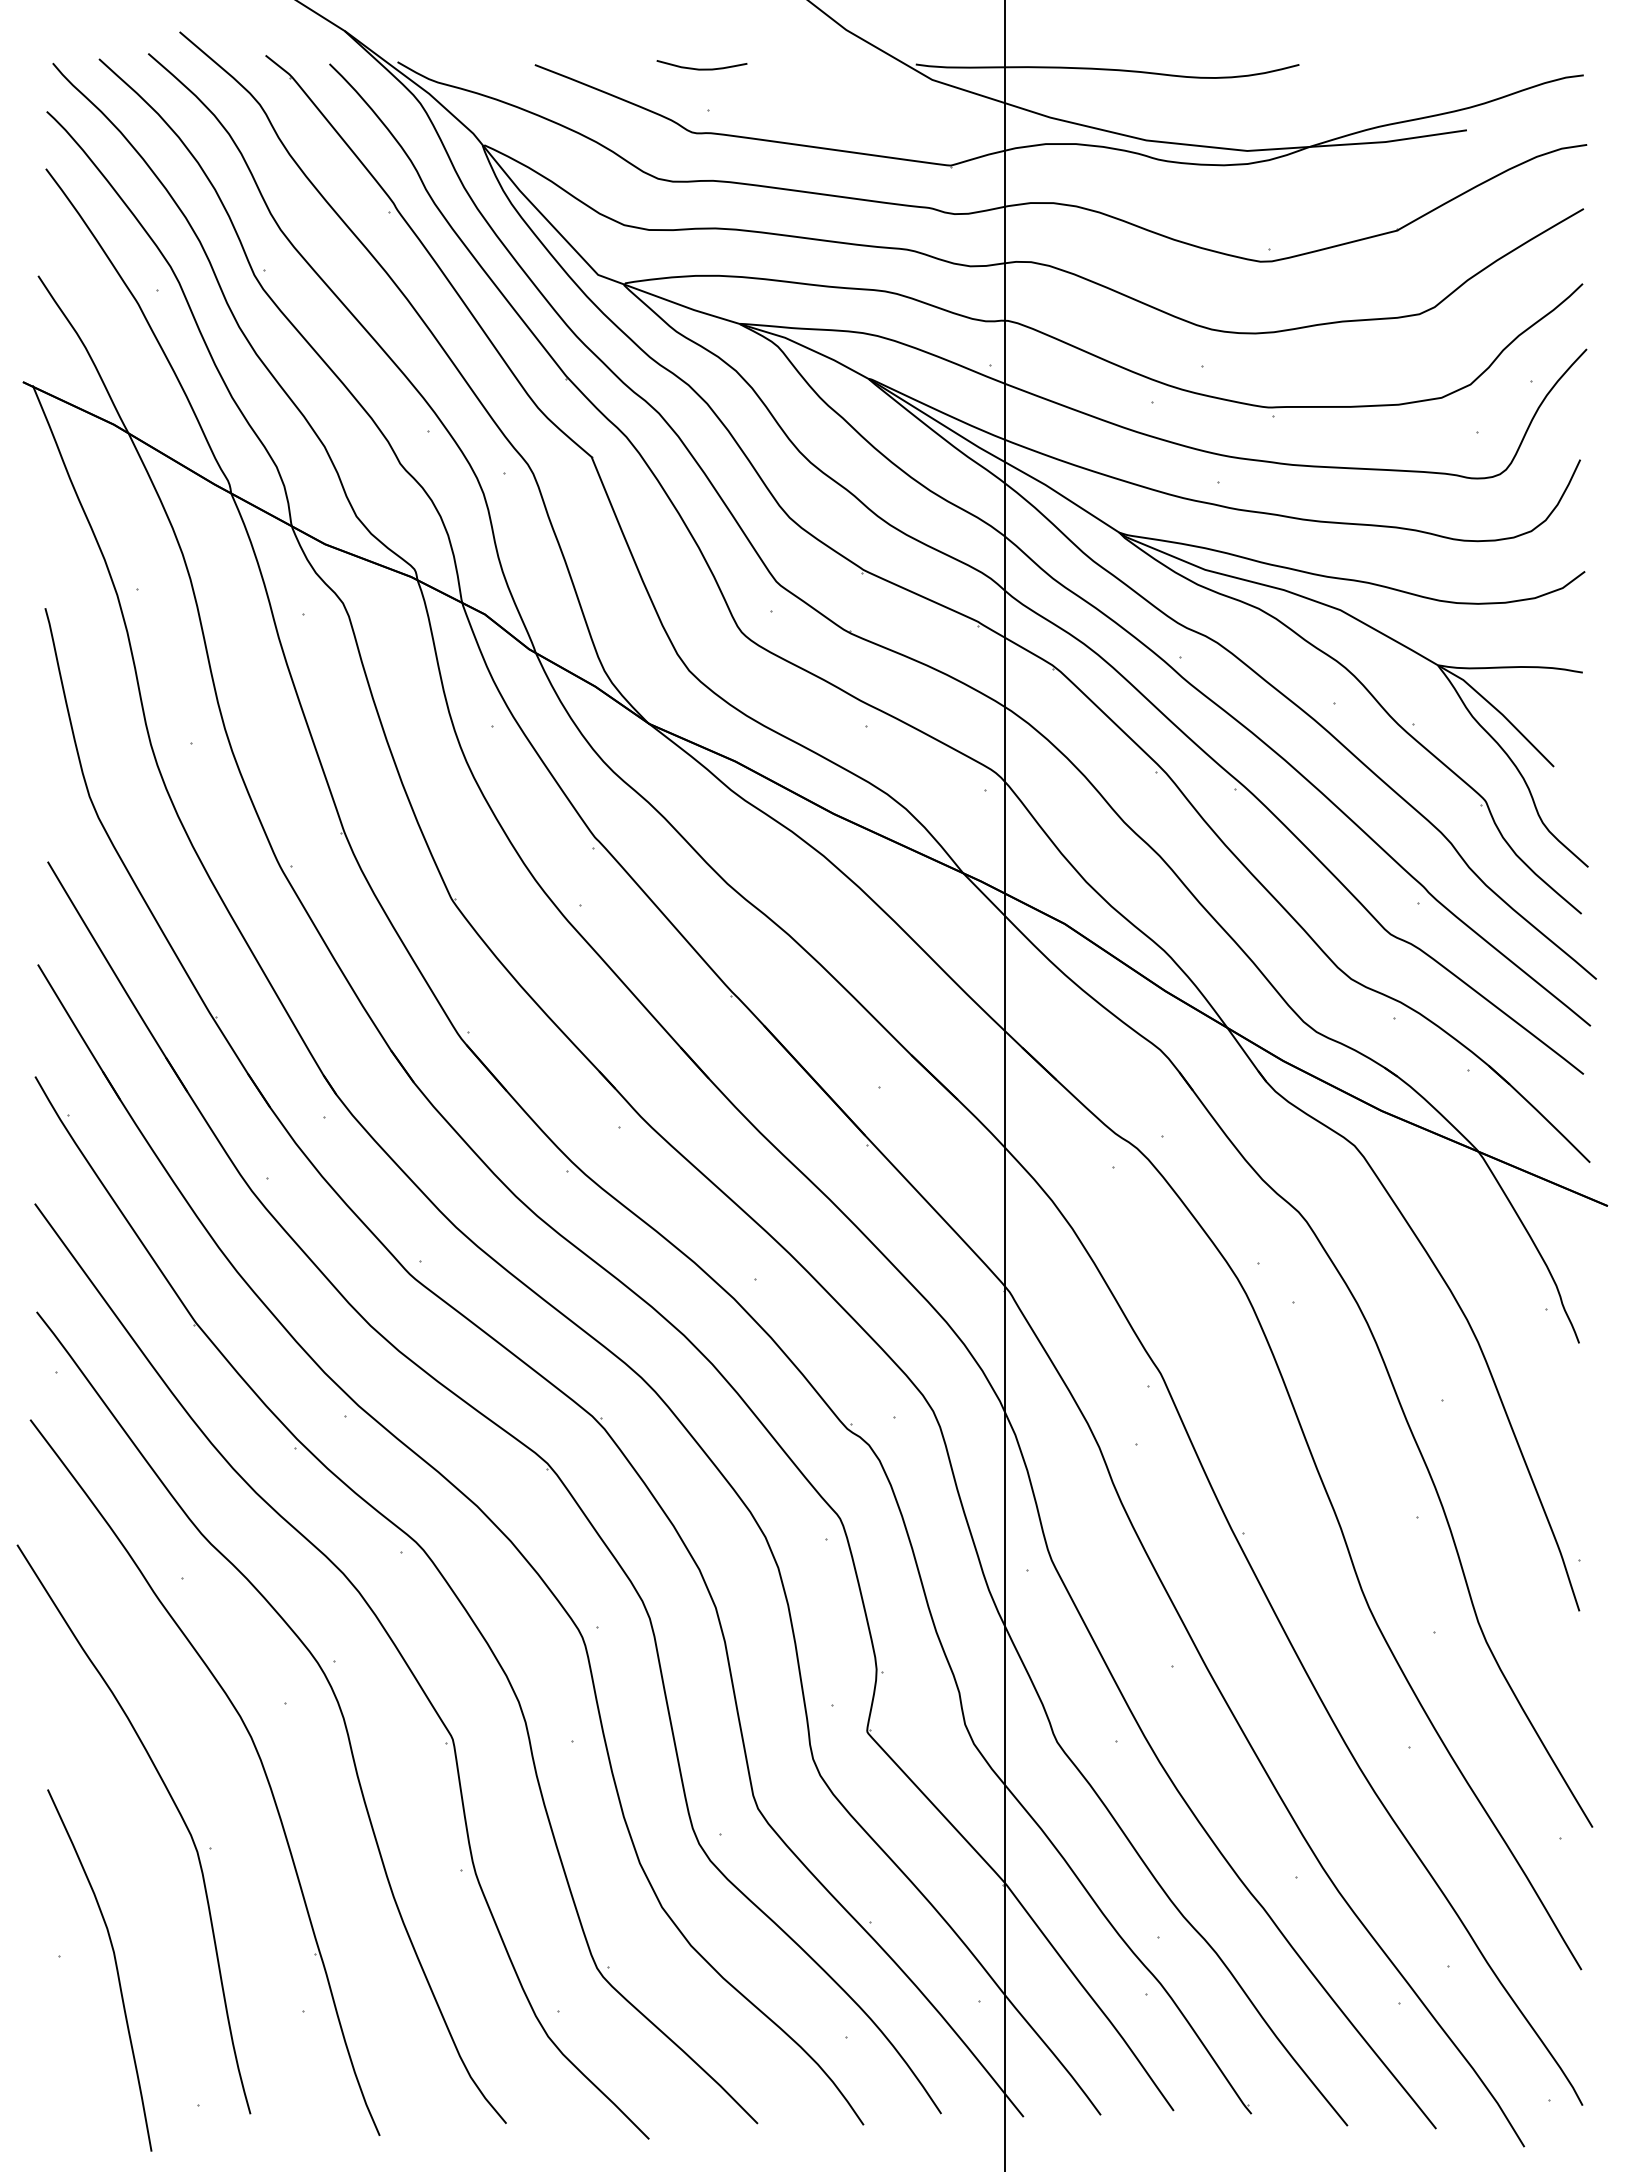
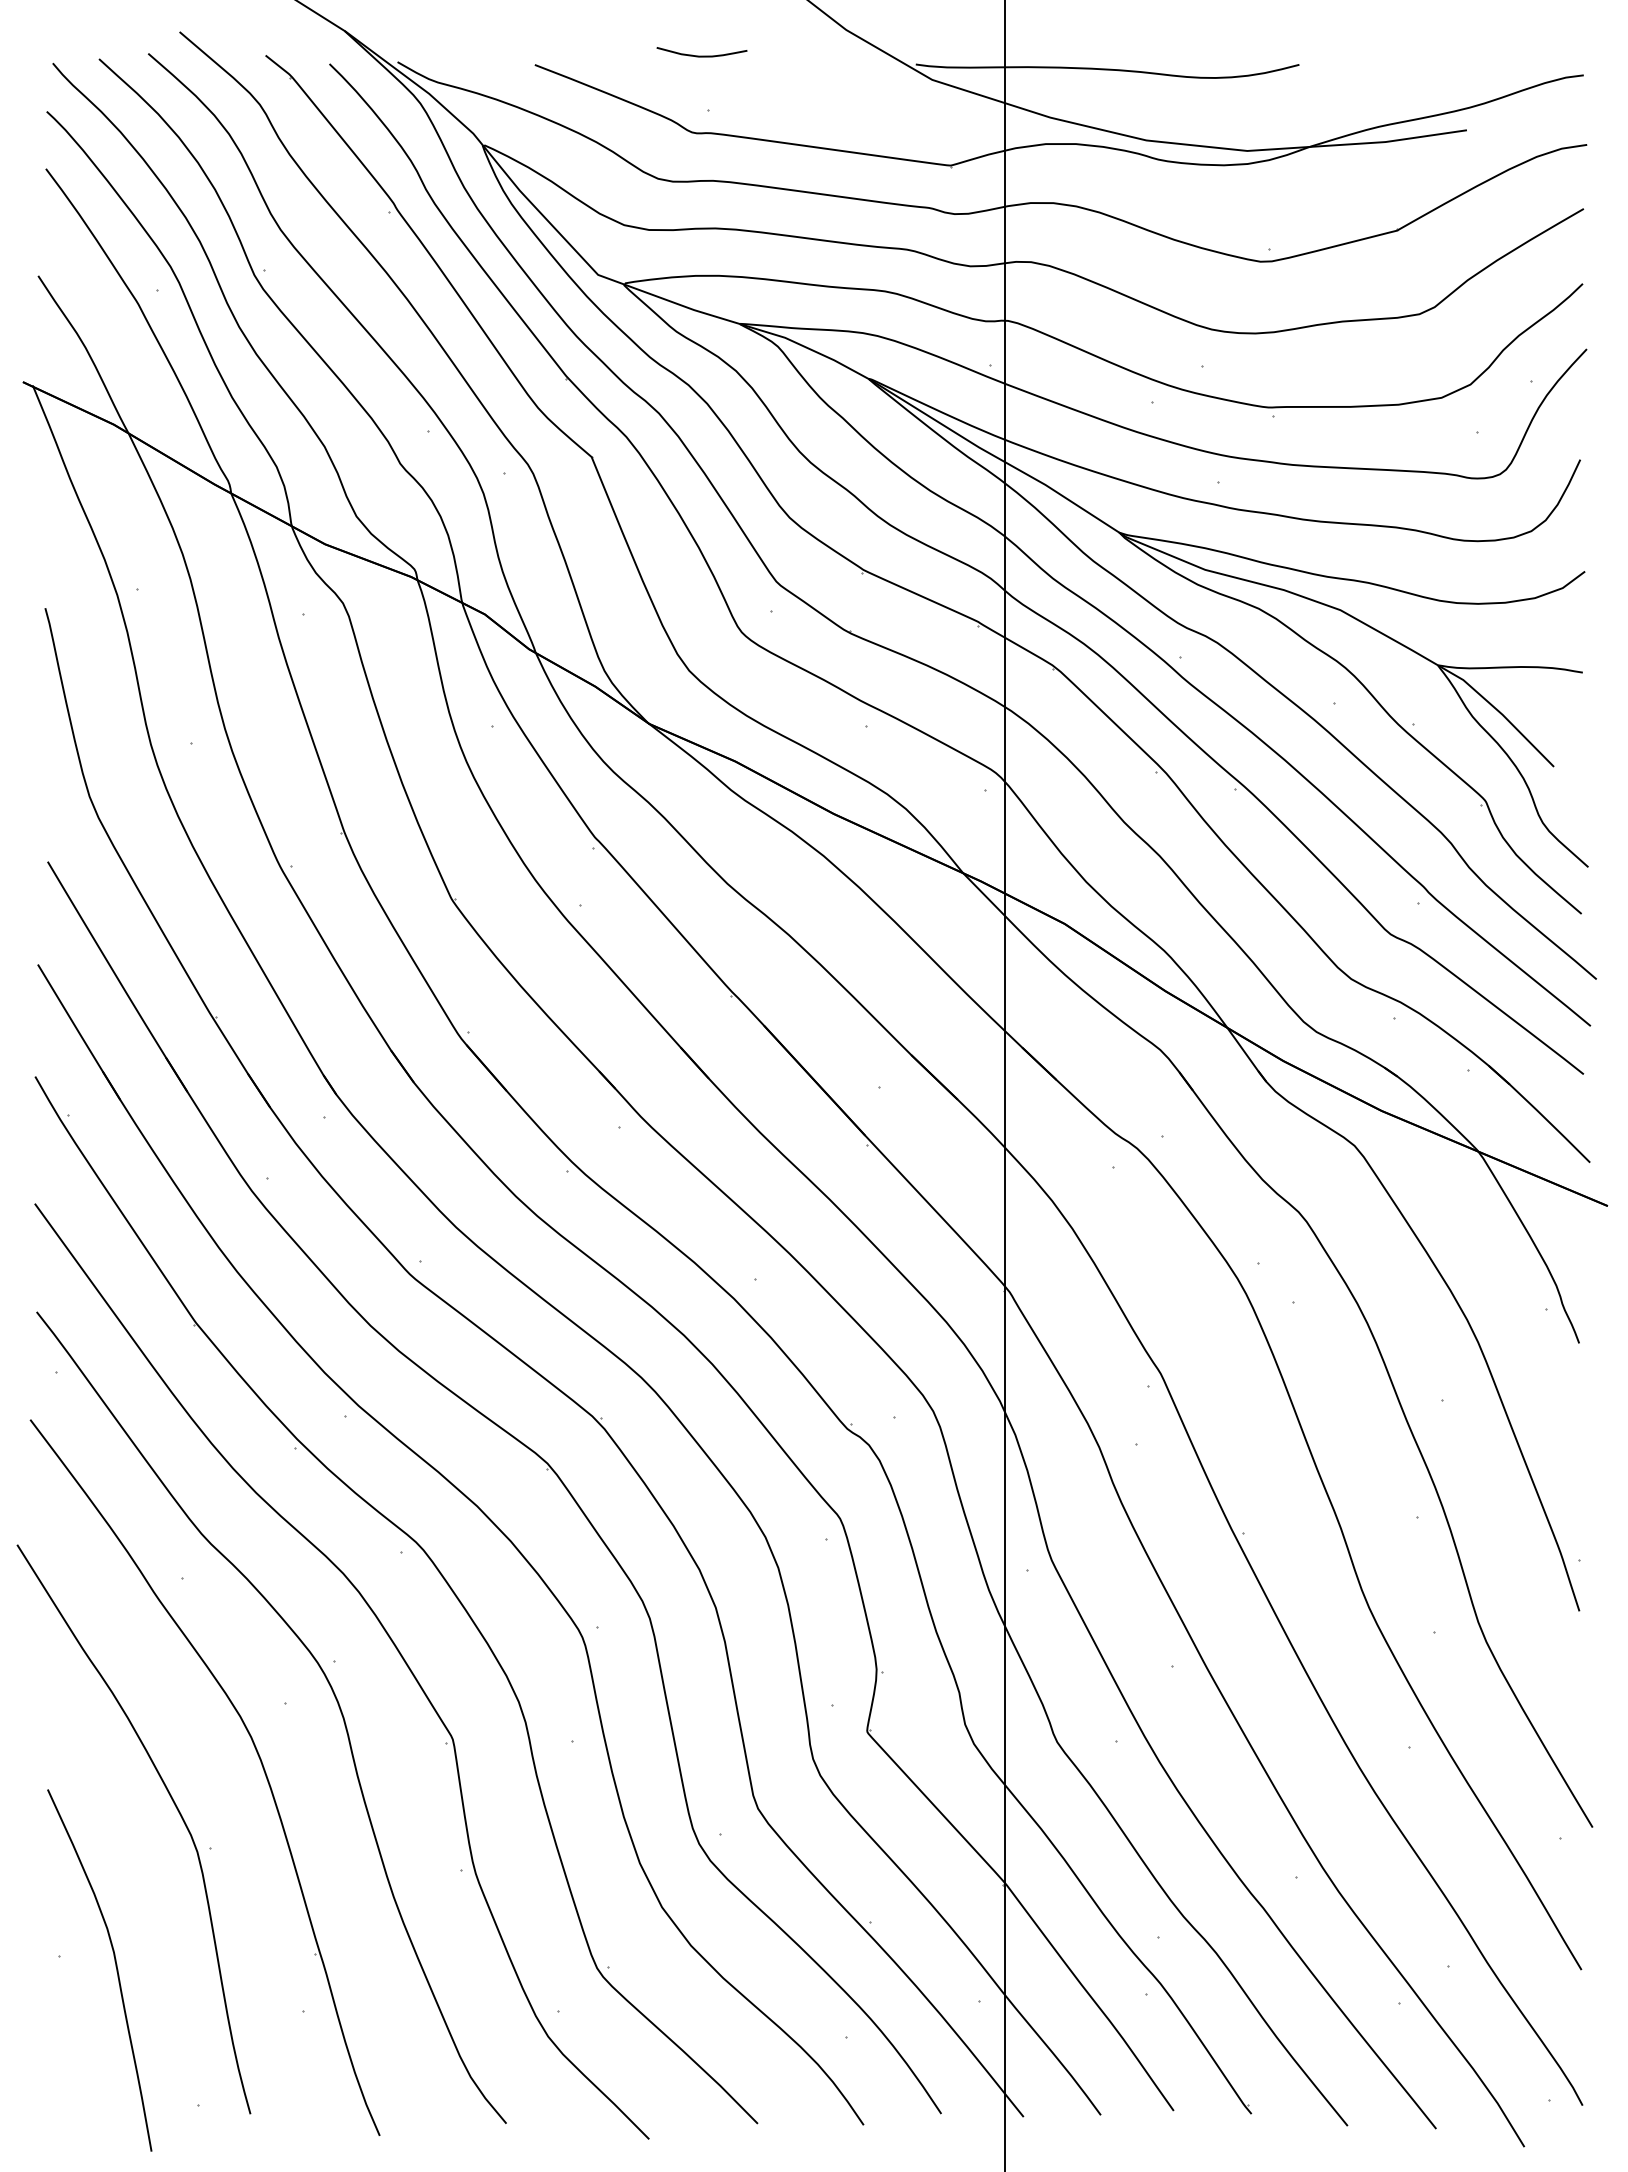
curve at (701, 68) position: (701, 68) -> (701, 55)
